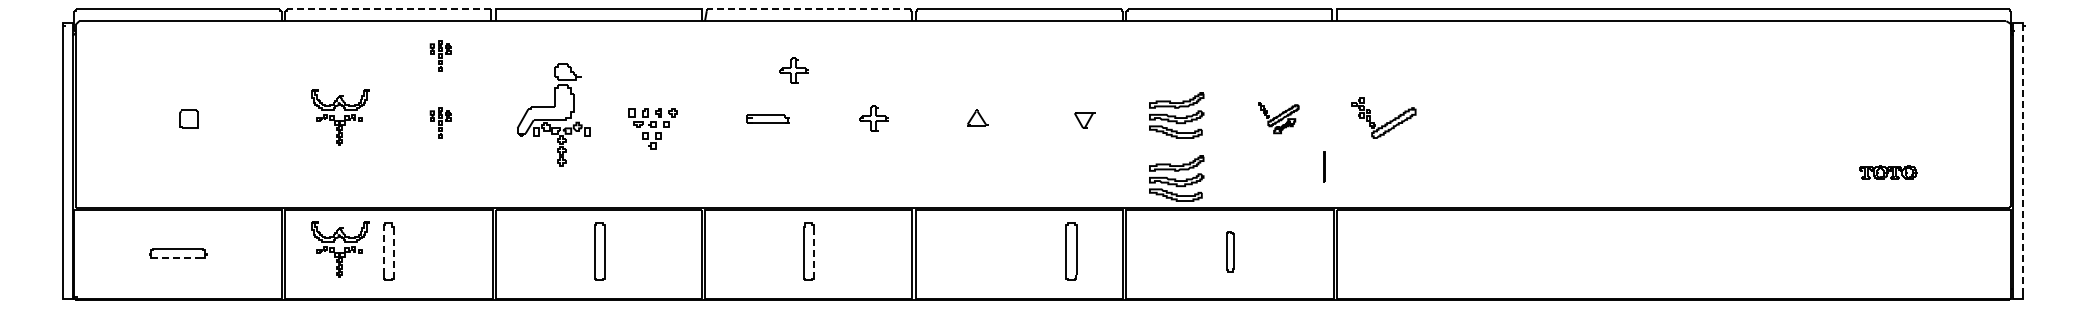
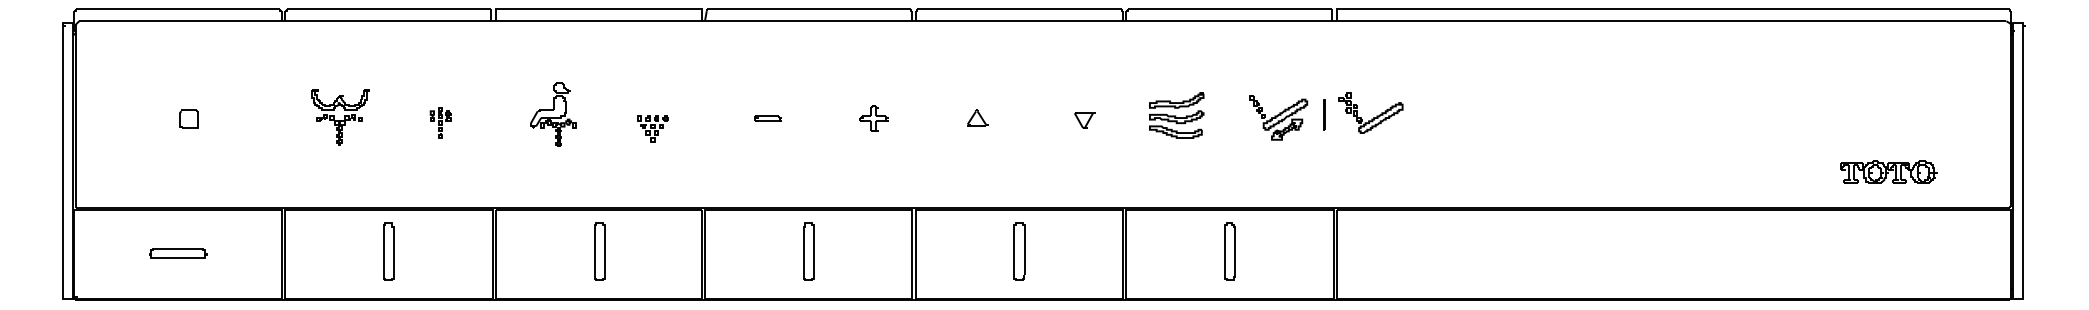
line at (388, 9): dashed -> solid
line at (808, 9): dashed -> solid
part at (440, 55): present -> none
part at (793, 70): present -> none
part at (553, 114) size: 74x104 px -> 47x65 px
part at (1383, 117) position: (1383, 117) -> (1370, 112)
part at (767, 118) size: 44x10 px -> 28x7 px
part at (1278, 118) size: 42x33 px -> 60x46 px
part at (652, 128) size: 50x42 px -> 32x28 px
line at (2023, 160): dashed -> solid
line at (1324, 166) position: (1324, 166) -> (1324, 114)
part at (1888, 172) size: 59x15 px -> 98x24 px
part at (1176, 178): present -> none
part at (340, 249): present -> none
line at (383, 251): dashed -> solid
part at (1071, 251) position: (1071, 251) -> (1019, 251)
part at (1230, 251) size: 9x42 px -> 12x59 px
line at (393, 252): dashed -> solid
line at (813, 252): dashed -> solid
line at (177, 258): dashed -> solid
